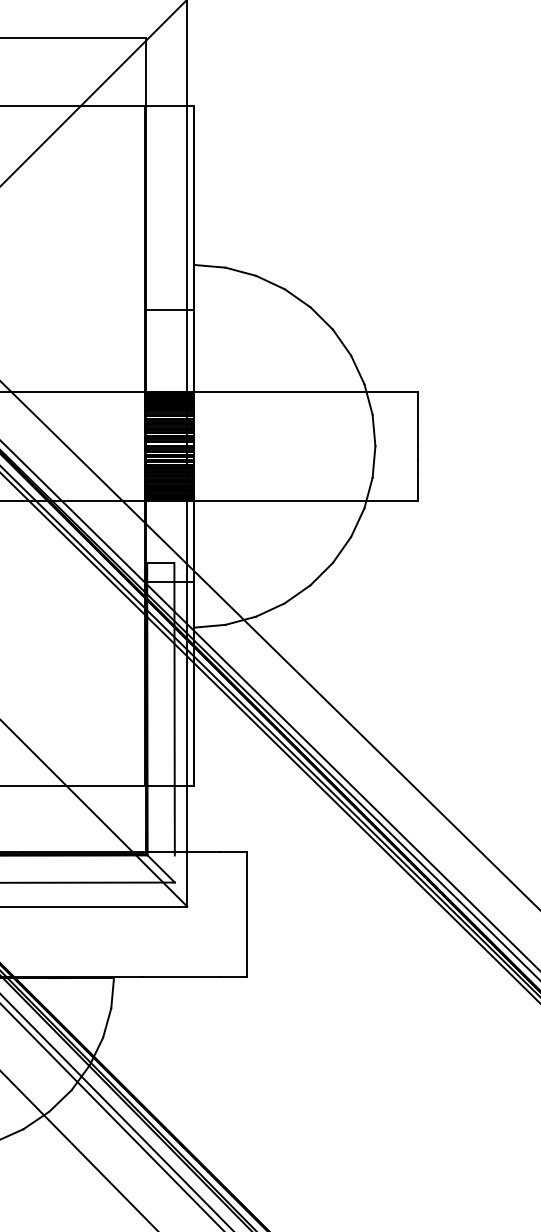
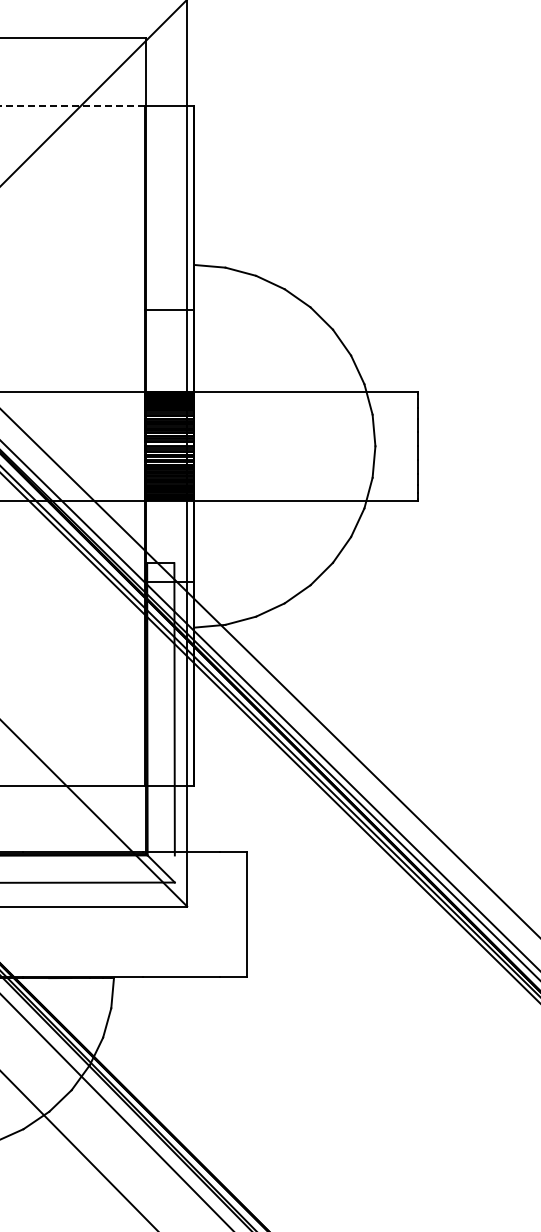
line at (72, 106): solid -> dashed
line at (269, 645) position: (269, 645) -> (269, 672)
line at (111, 1116): present -> none
